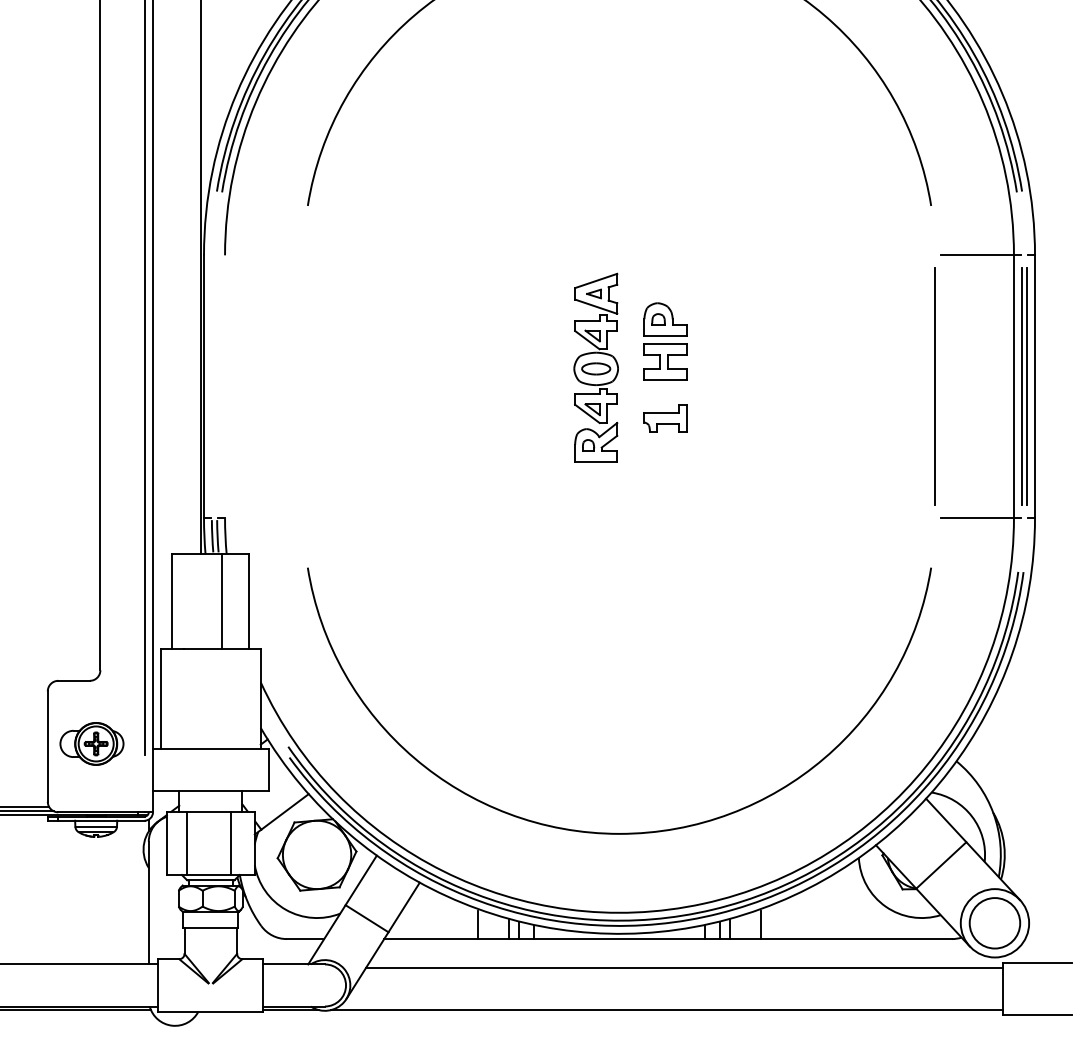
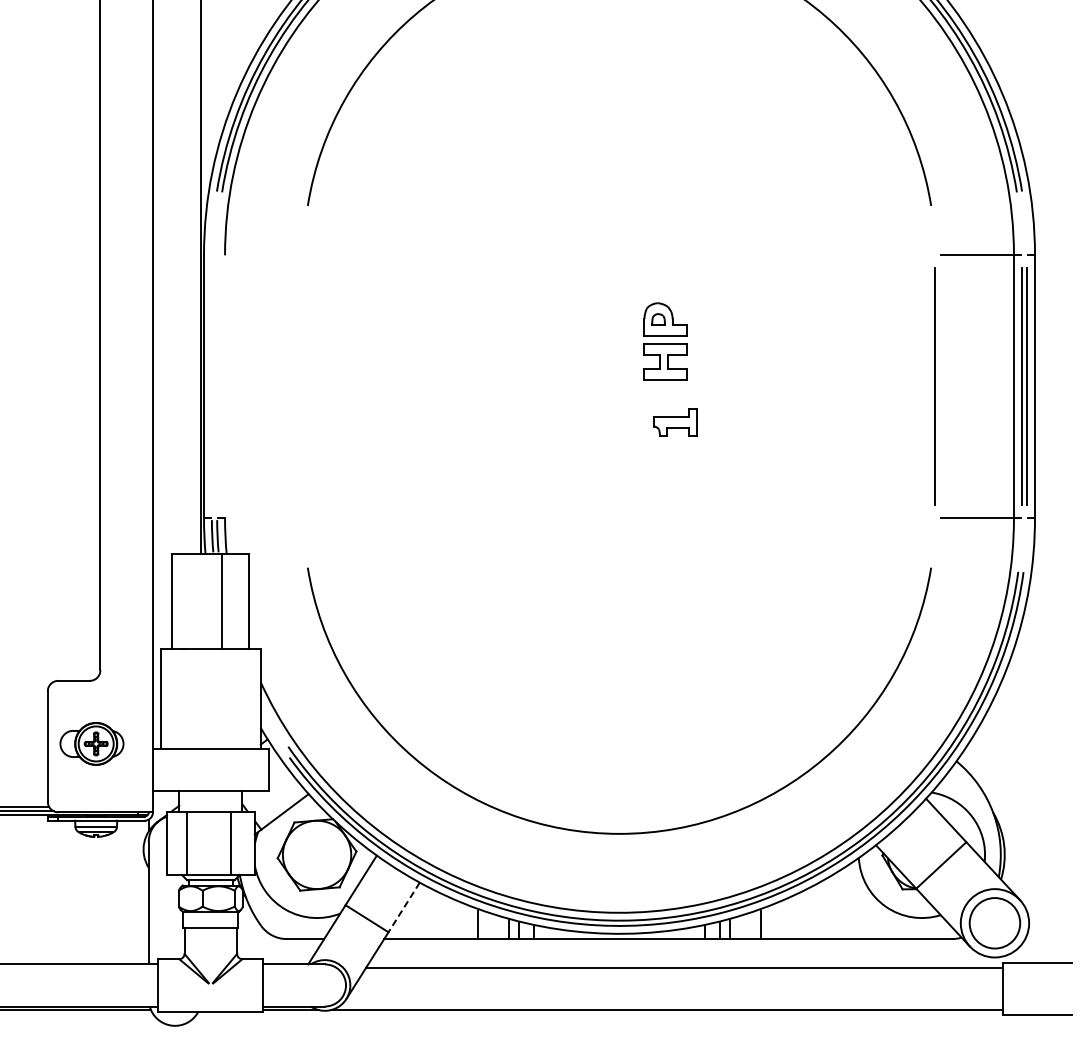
part at (595, 367): present -> none
line at (144, 378): present -> none
part at (665, 418) position: (665, 418) -> (675, 422)
line at (403, 907): solid -> dashed
